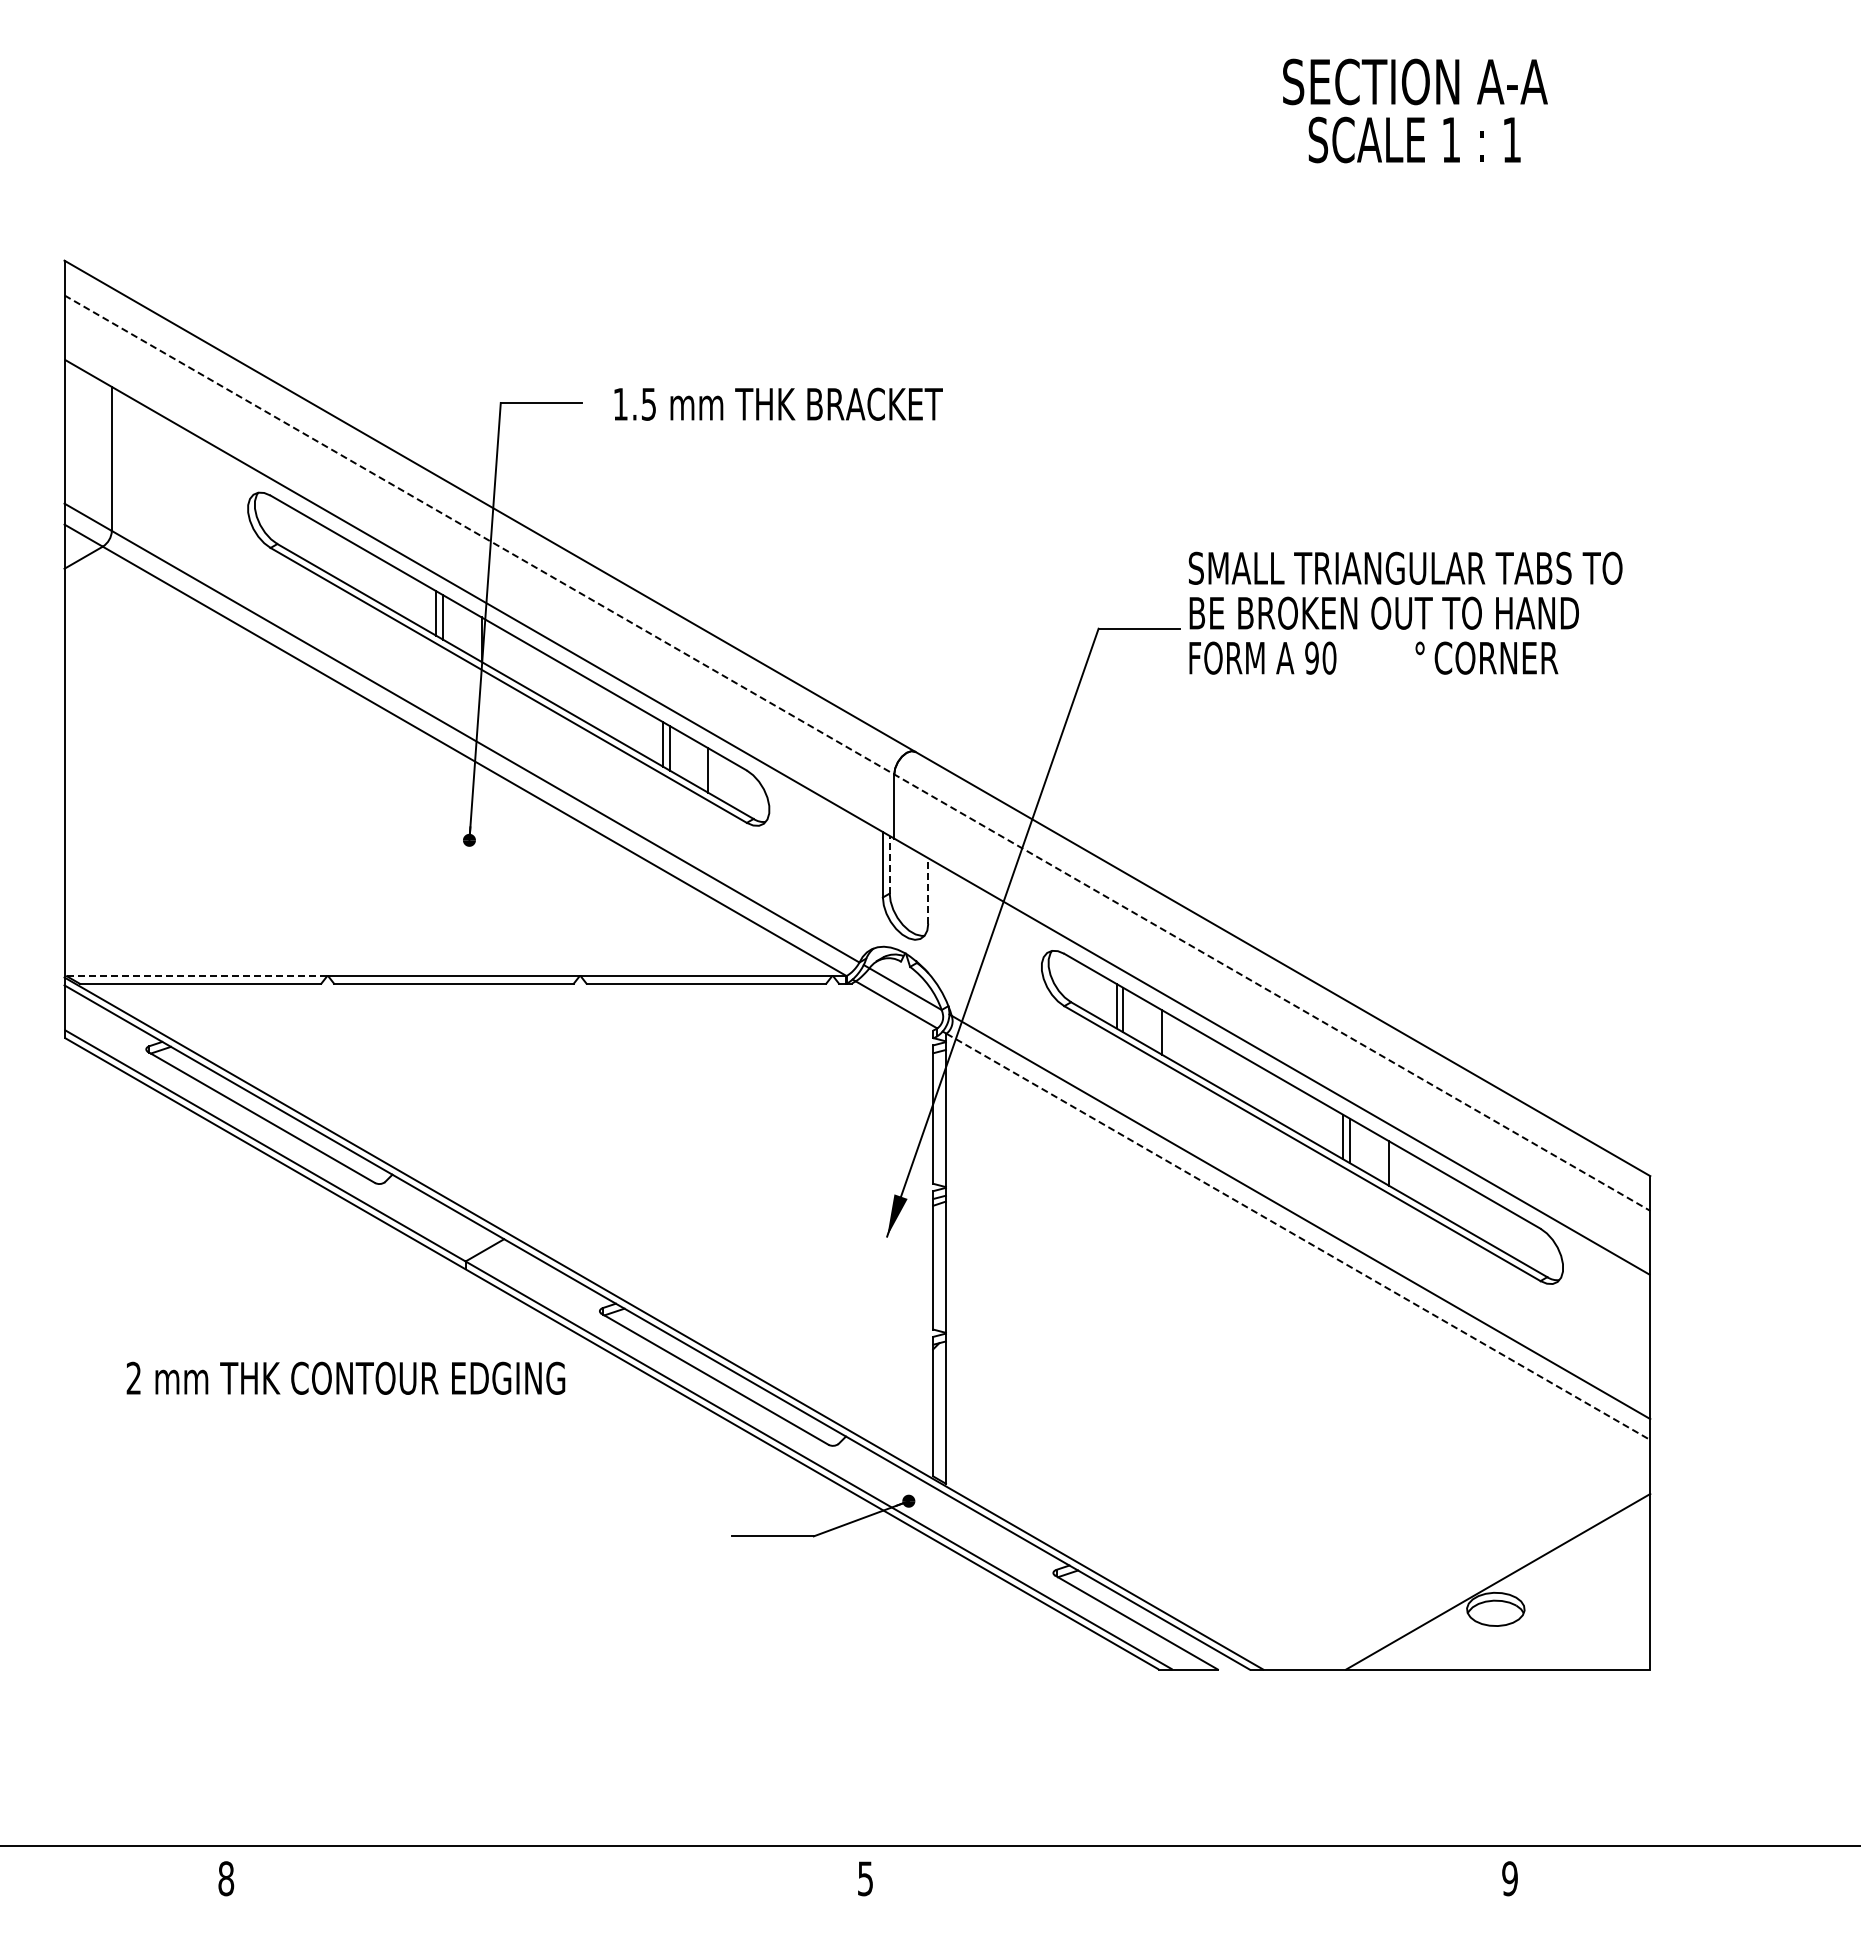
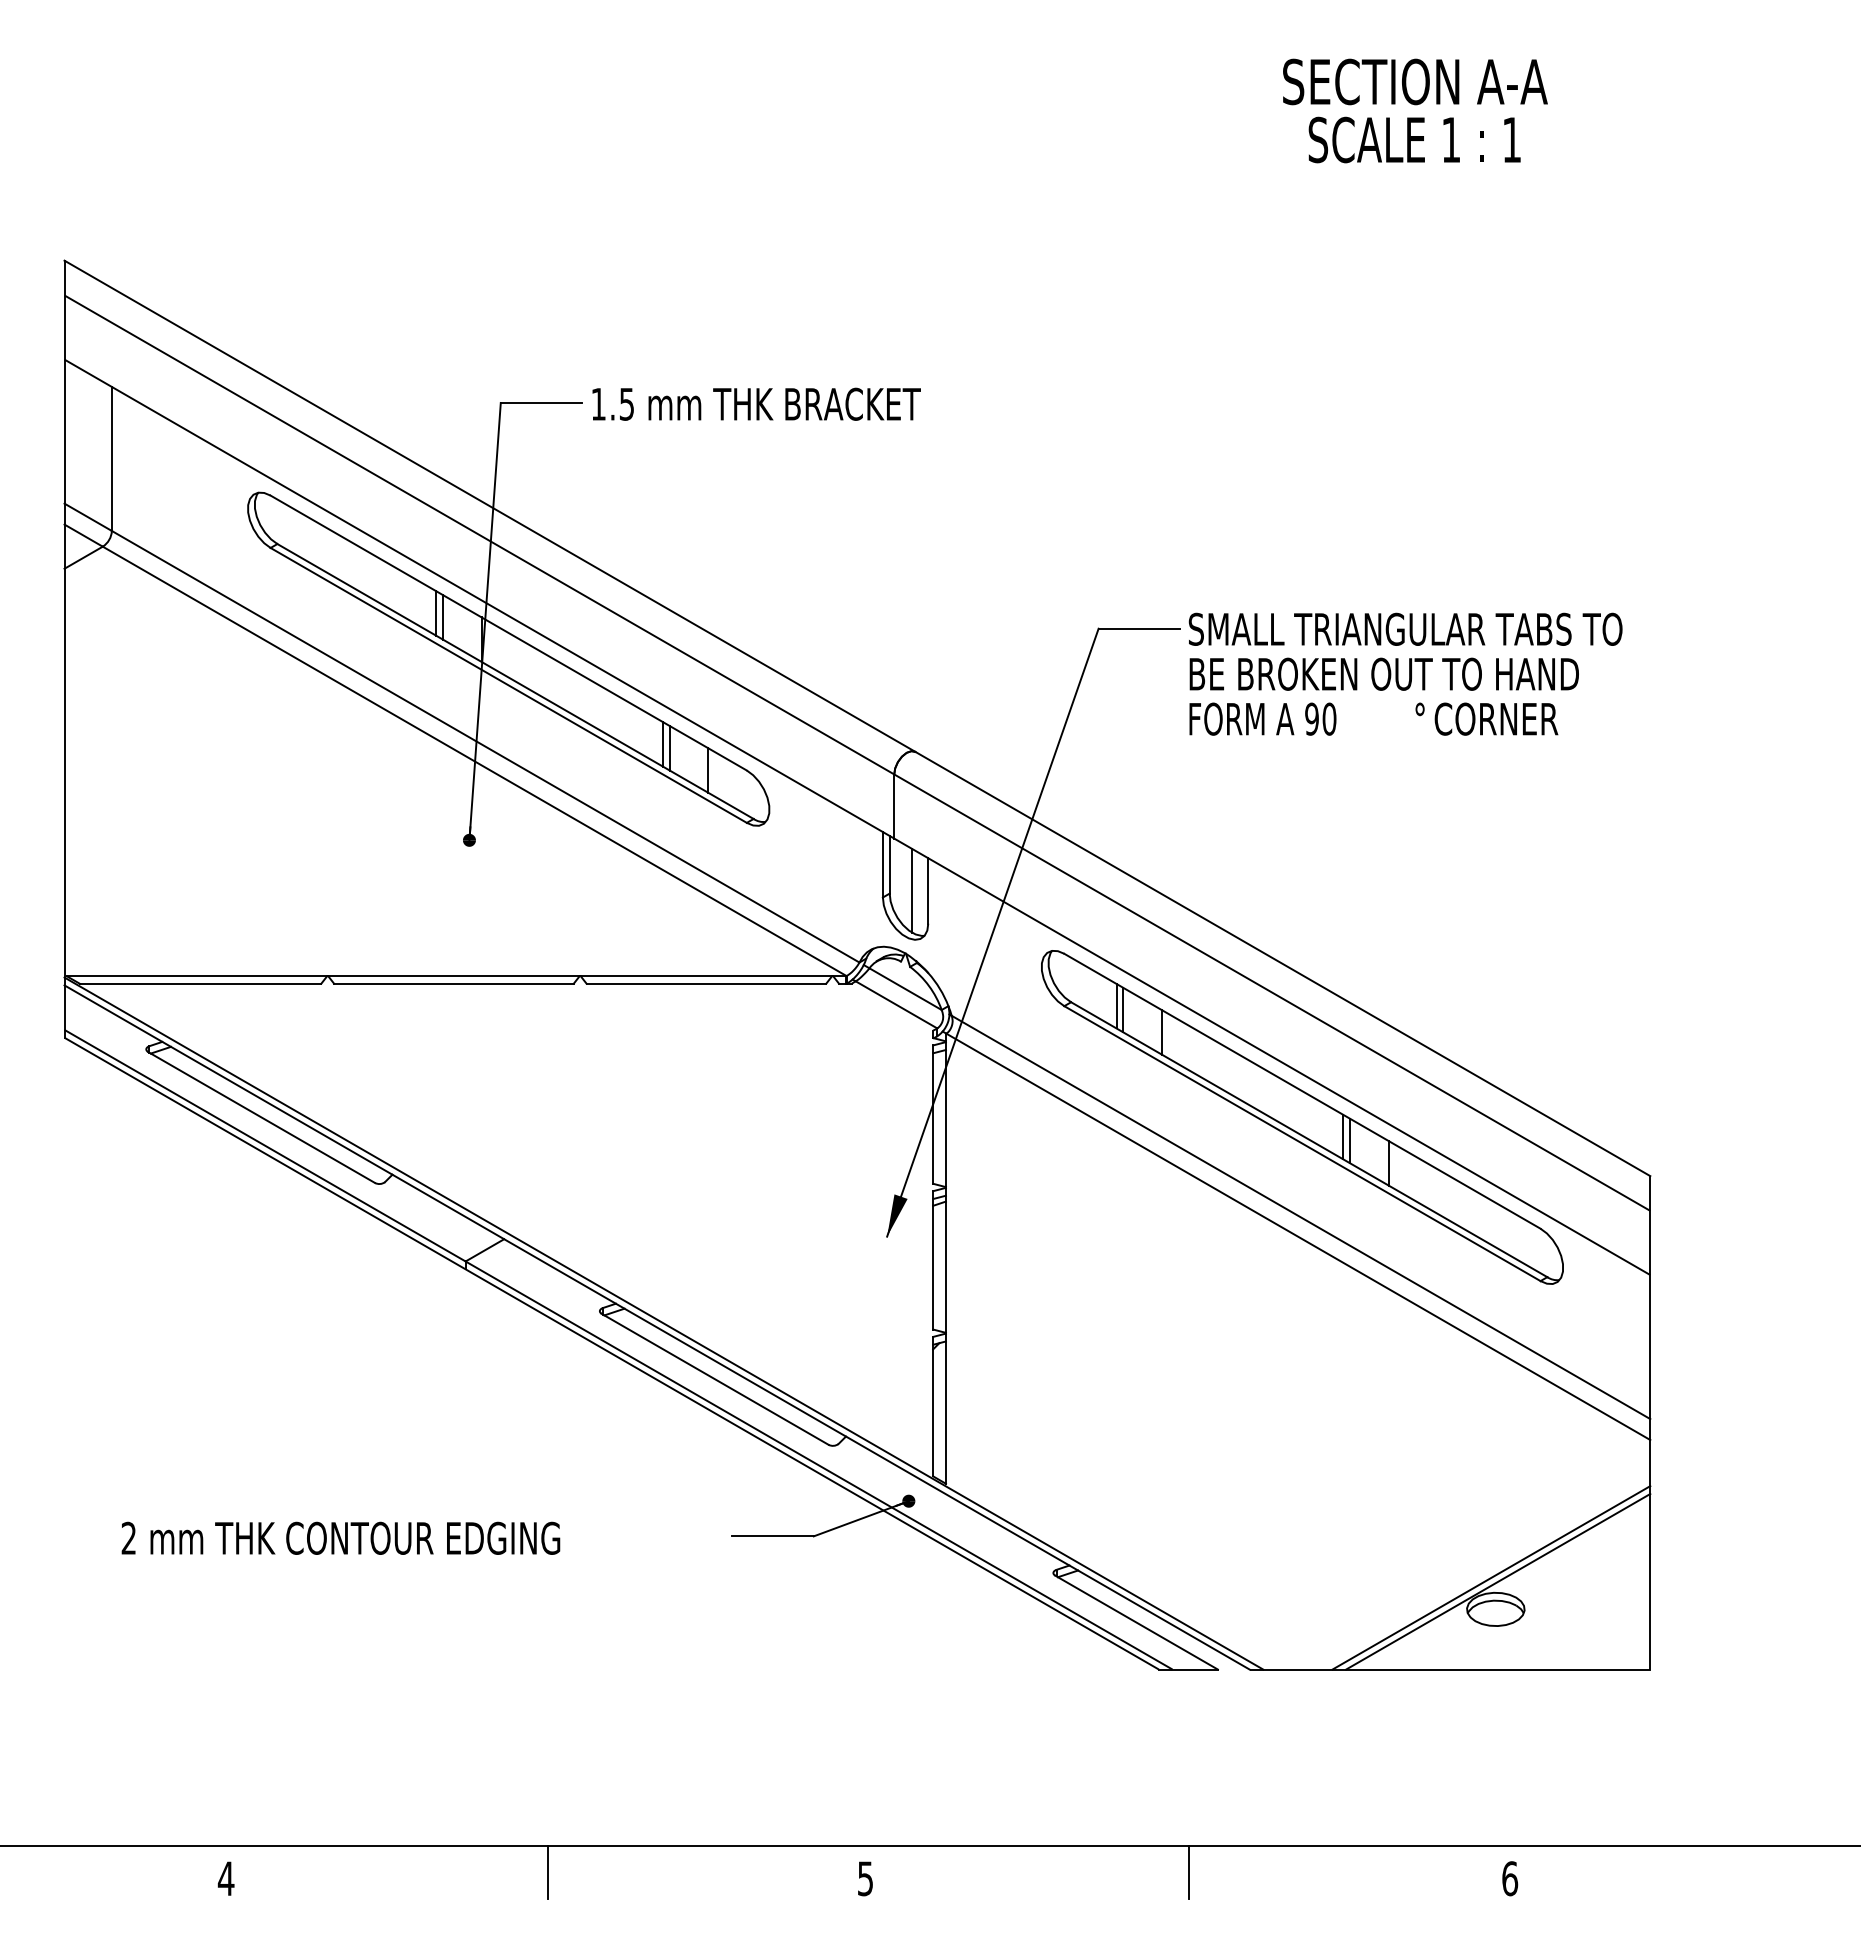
text at (778, 403) position: (778, 403) -> (756, 403)
text at (1405, 612) position: (1405, 612) -> (1405, 673)
line at (857, 753): dashed -> solid
line at (889, 864): dashed -> solid
line at (912, 890): none -> present
line at (928, 890): dashed -> solid
line at (196, 976): dashed -> solid
line at (1298, 1237): dashed -> solid
text at (345, 1377) position: (345, 1377) -> (340, 1537)
line at (1491, 1577): none -> present
line at (548, 1872): none -> present
line at (1189, 1872): none -> present
text at (225, 1878): 8 -> 4
text at (1510, 1878): 9 -> 6
